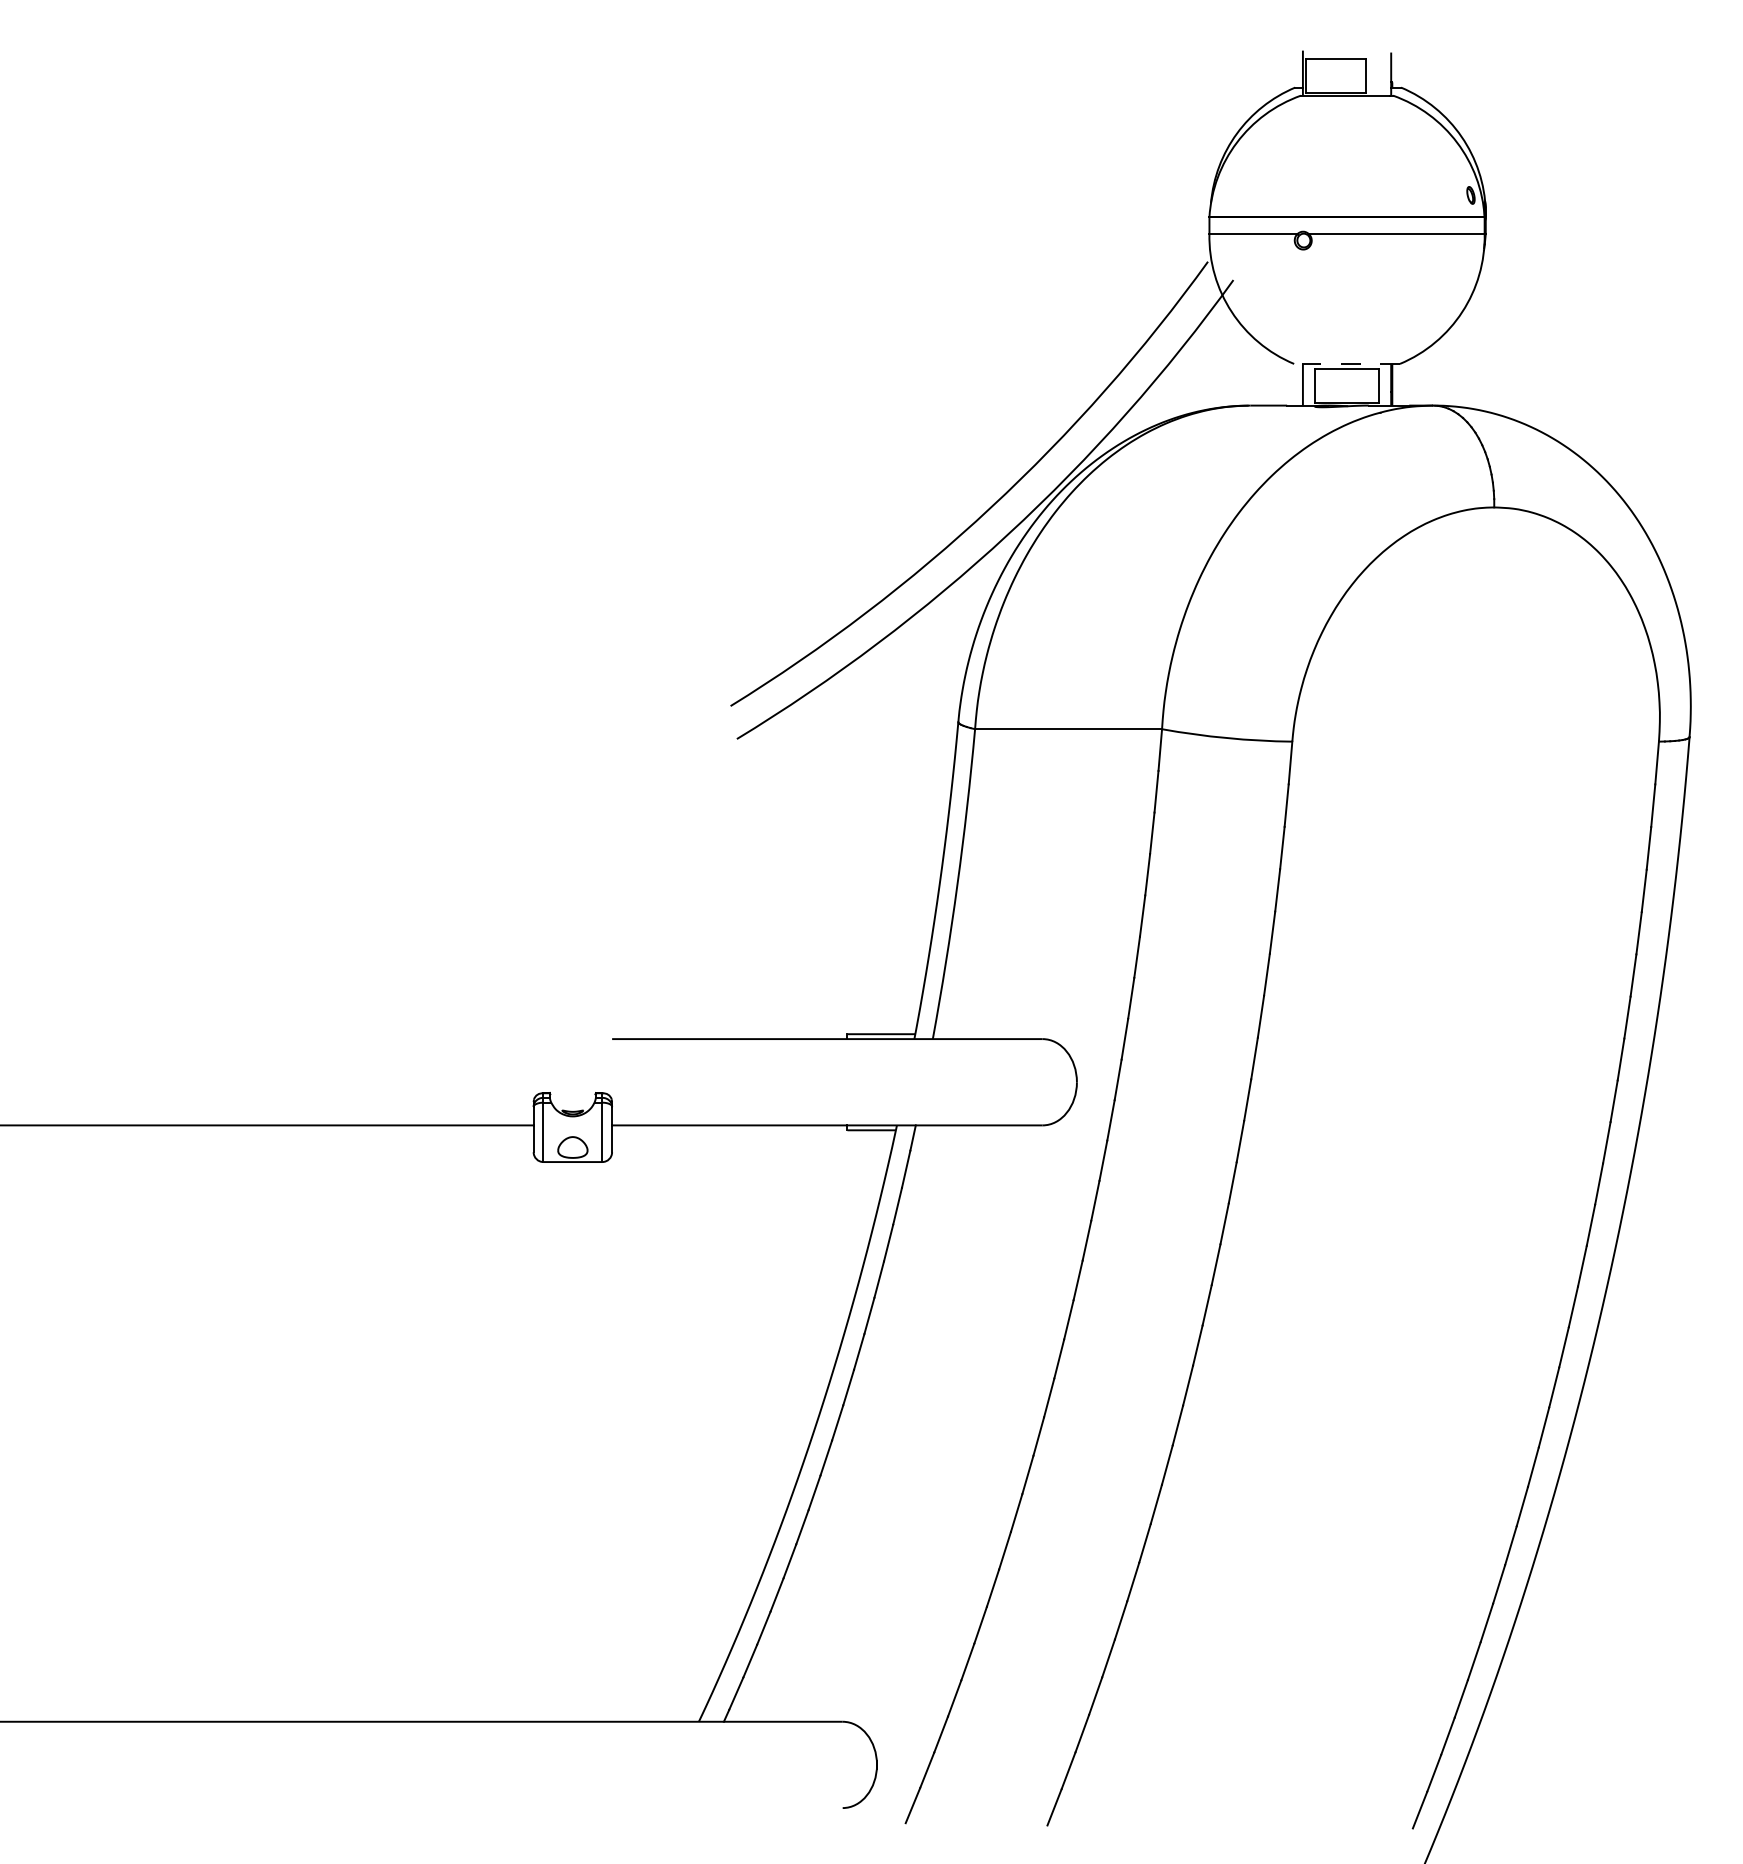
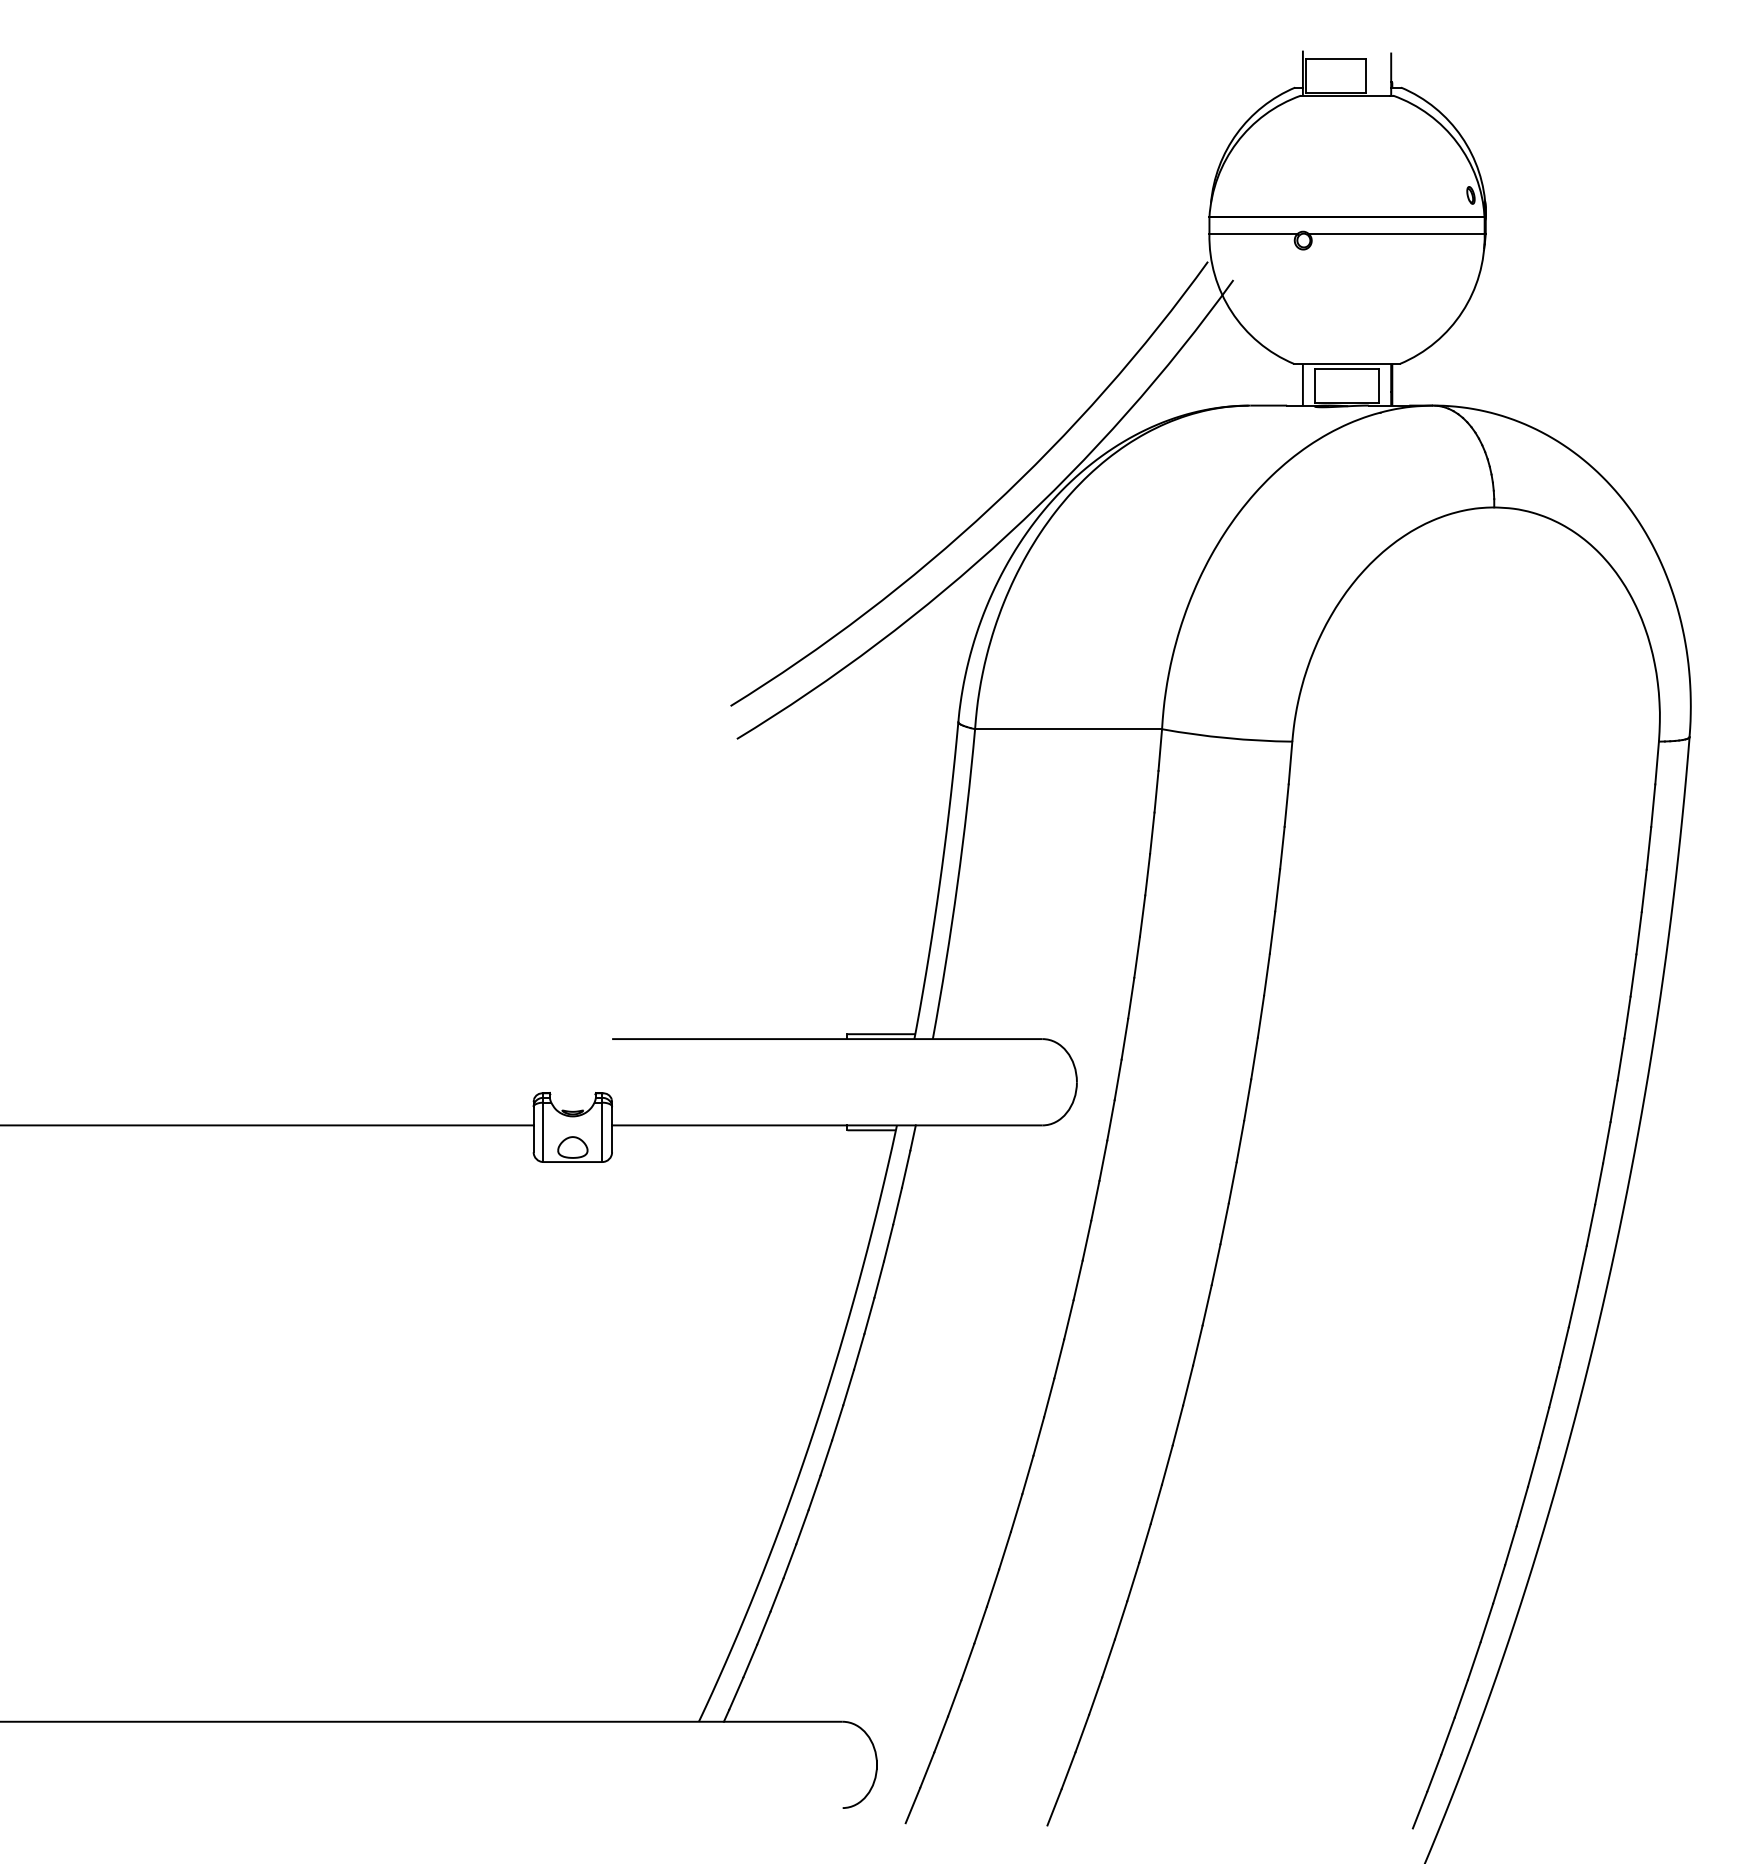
line at (1347, 363): dashed -> solid
